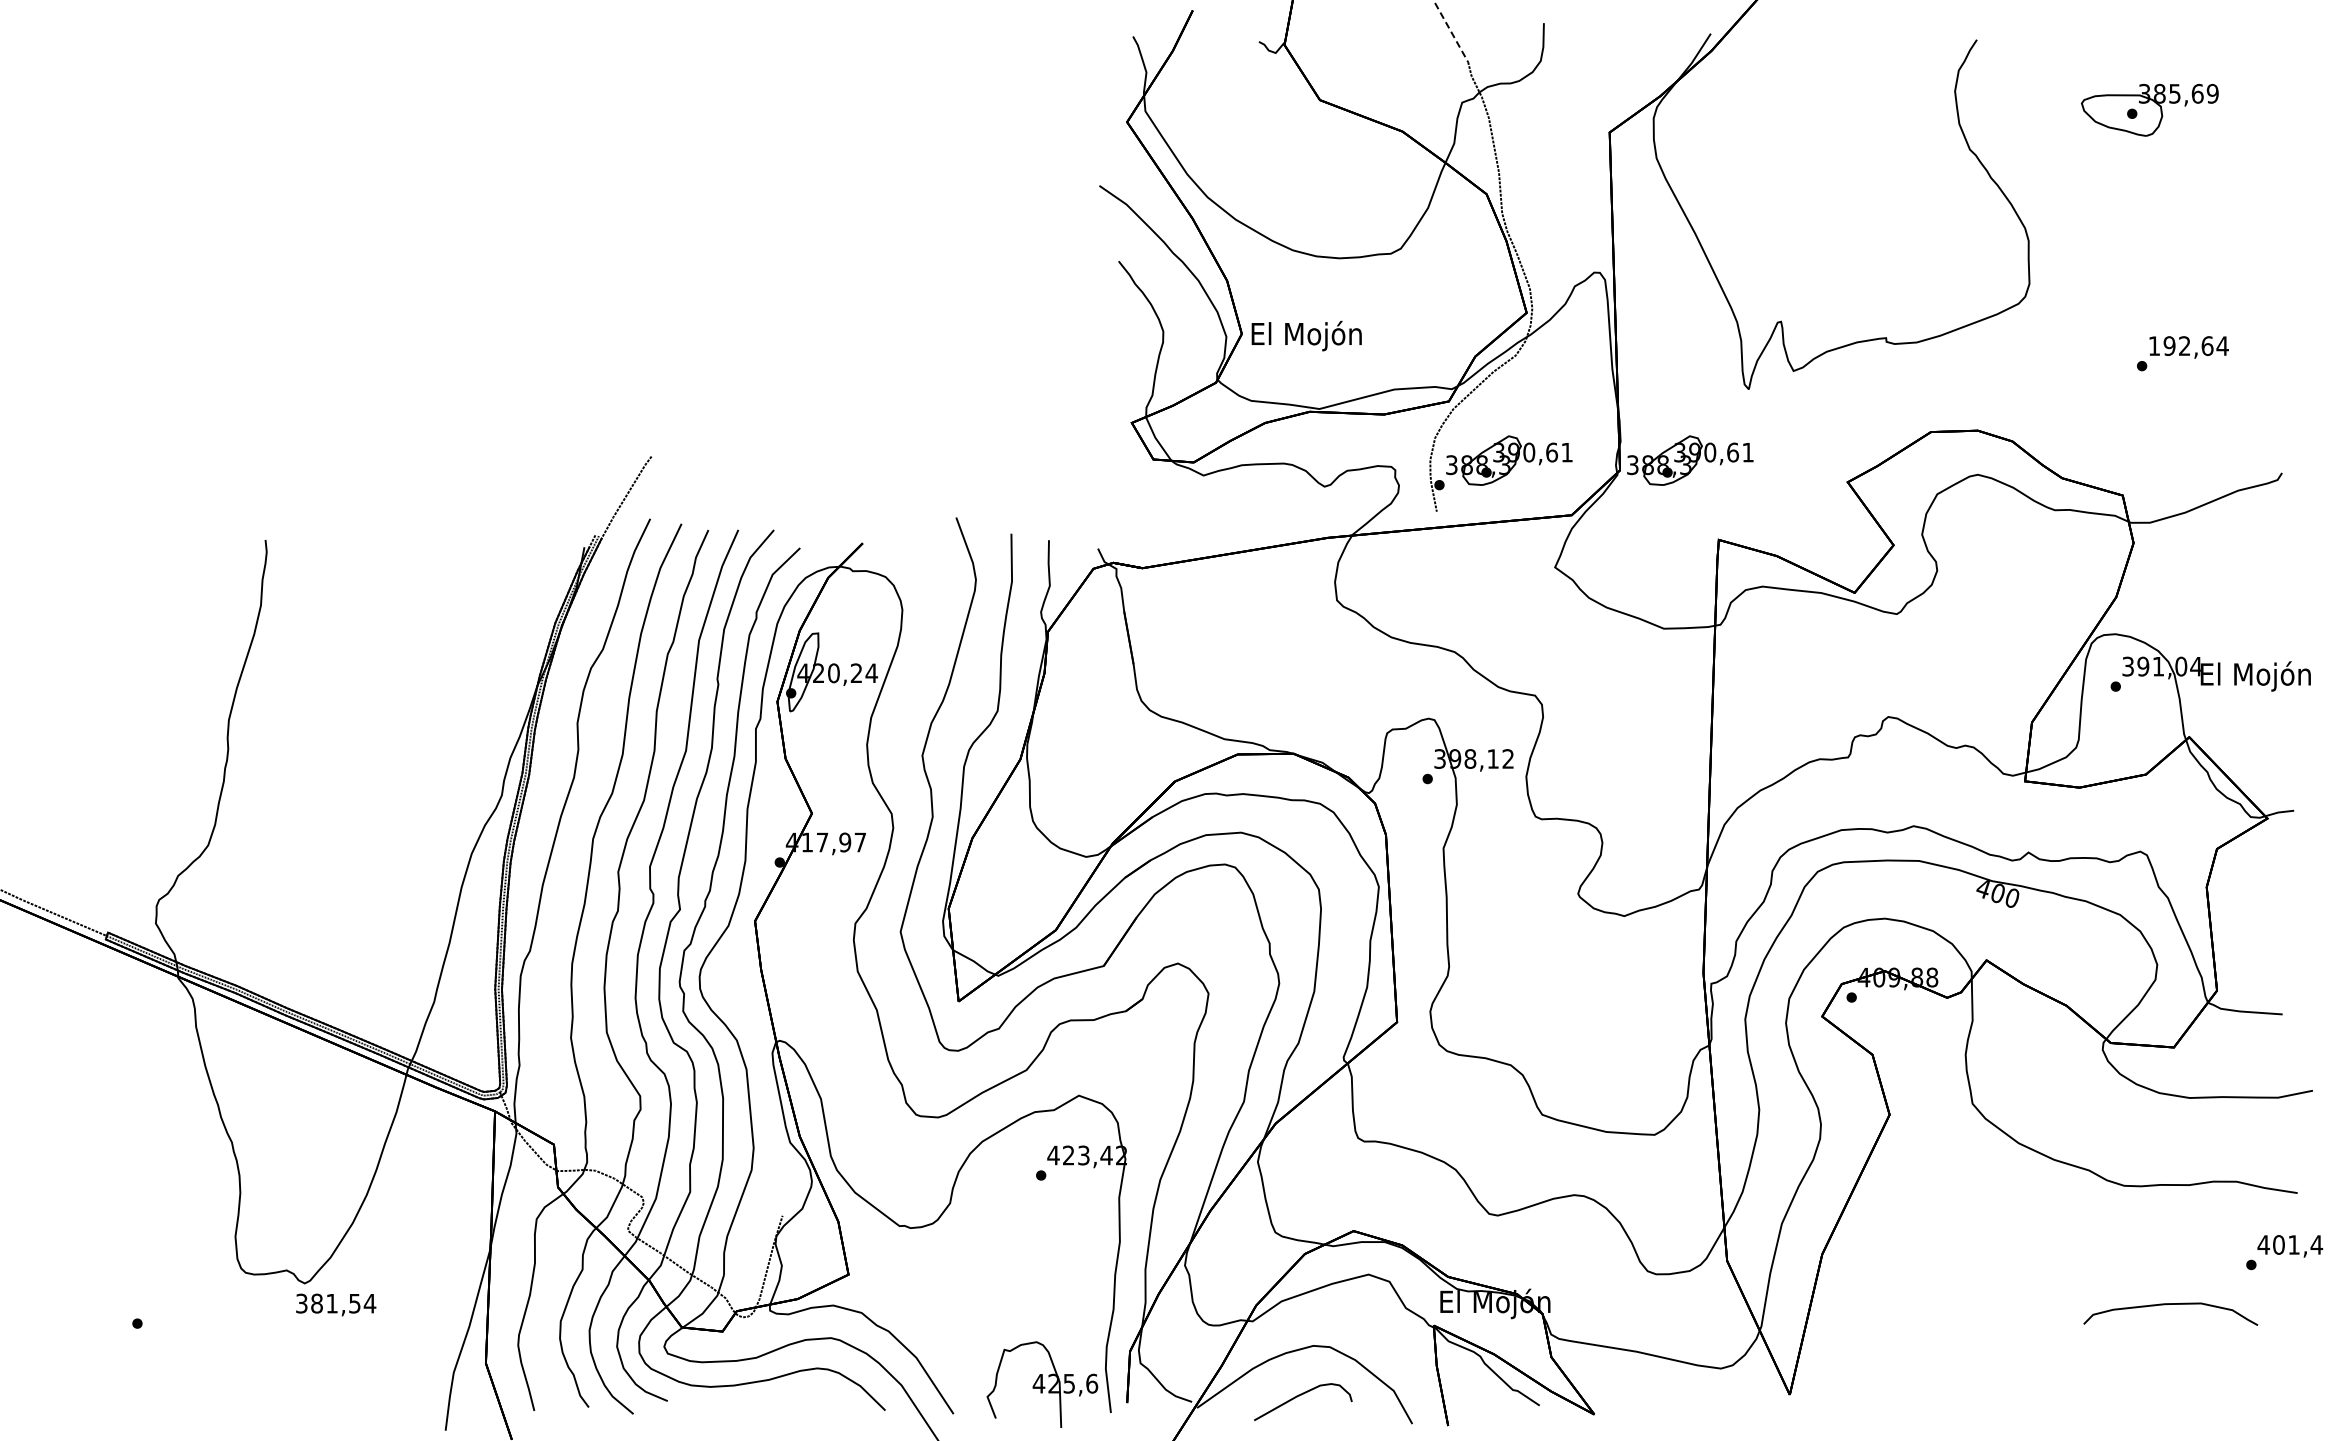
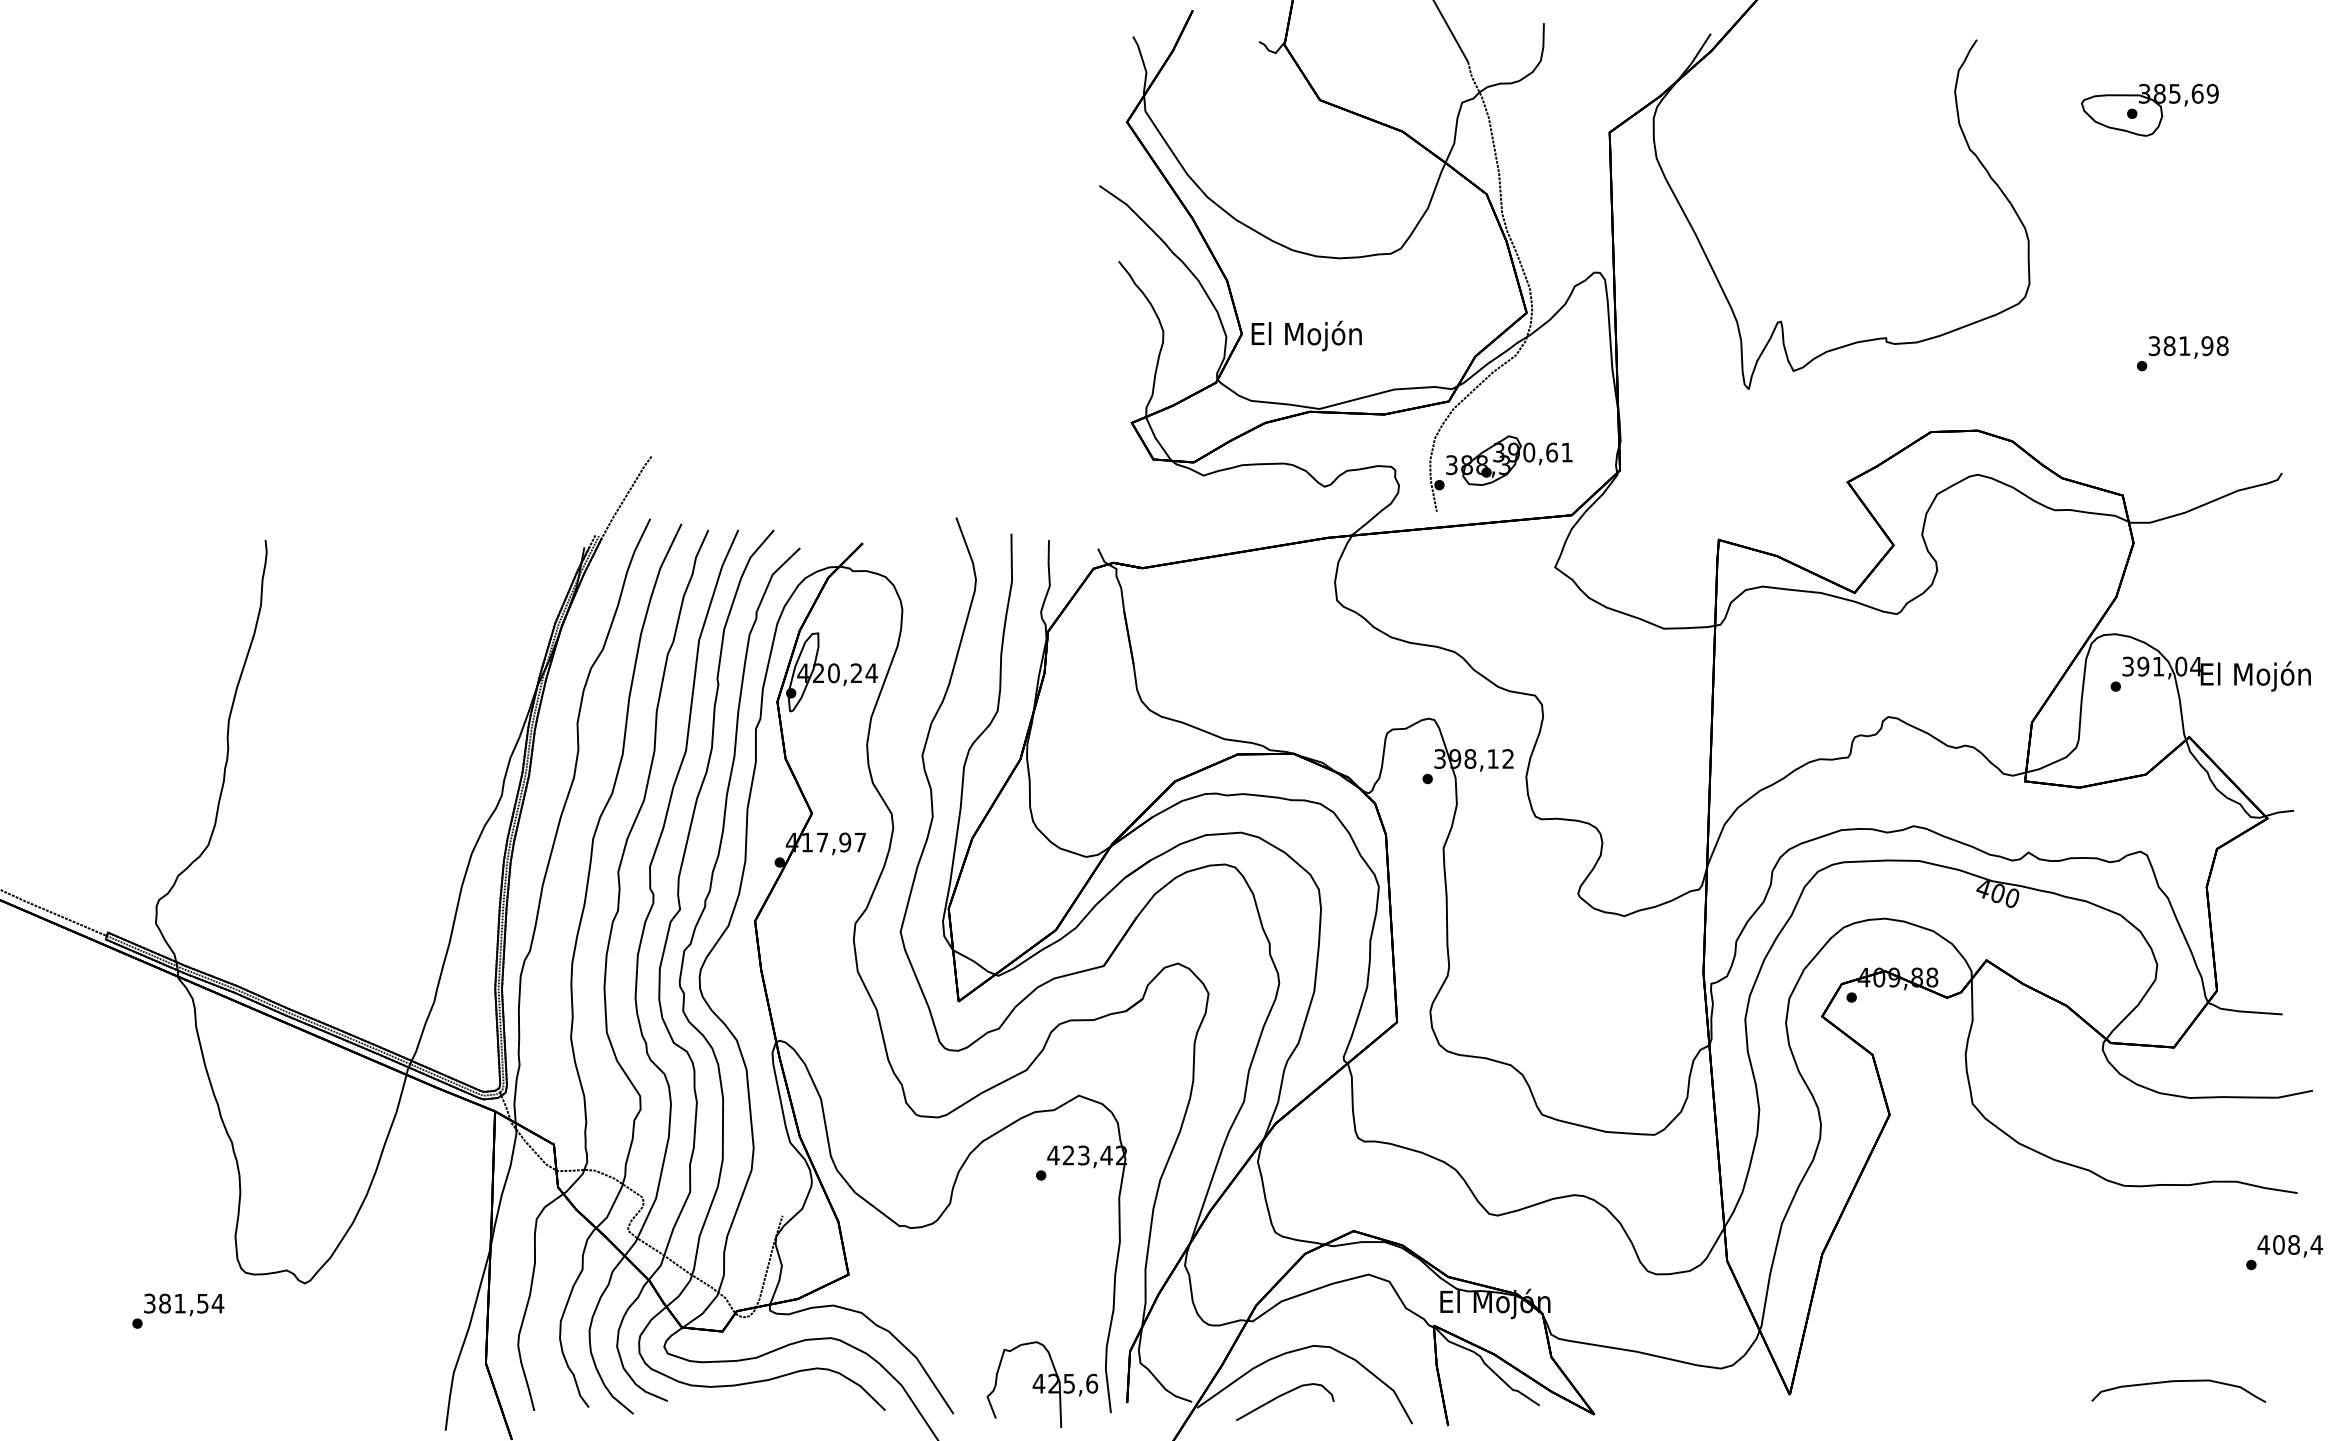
line at (1451, 31): dashed -> solid
text at (2188, 346): 192,64 -> 381,98
part at (1690, 460): present -> none
text at (2294, 1244): 401,4 -> 408,4
text at (336, 1304) position: (336, 1304) -> (184, 1304)
curve at (2170, 1304) position: (2170, 1304) -> (2178, 1381)
curve at (1299, 1396) position: (1299, 1396) -> (1281, 1396)
